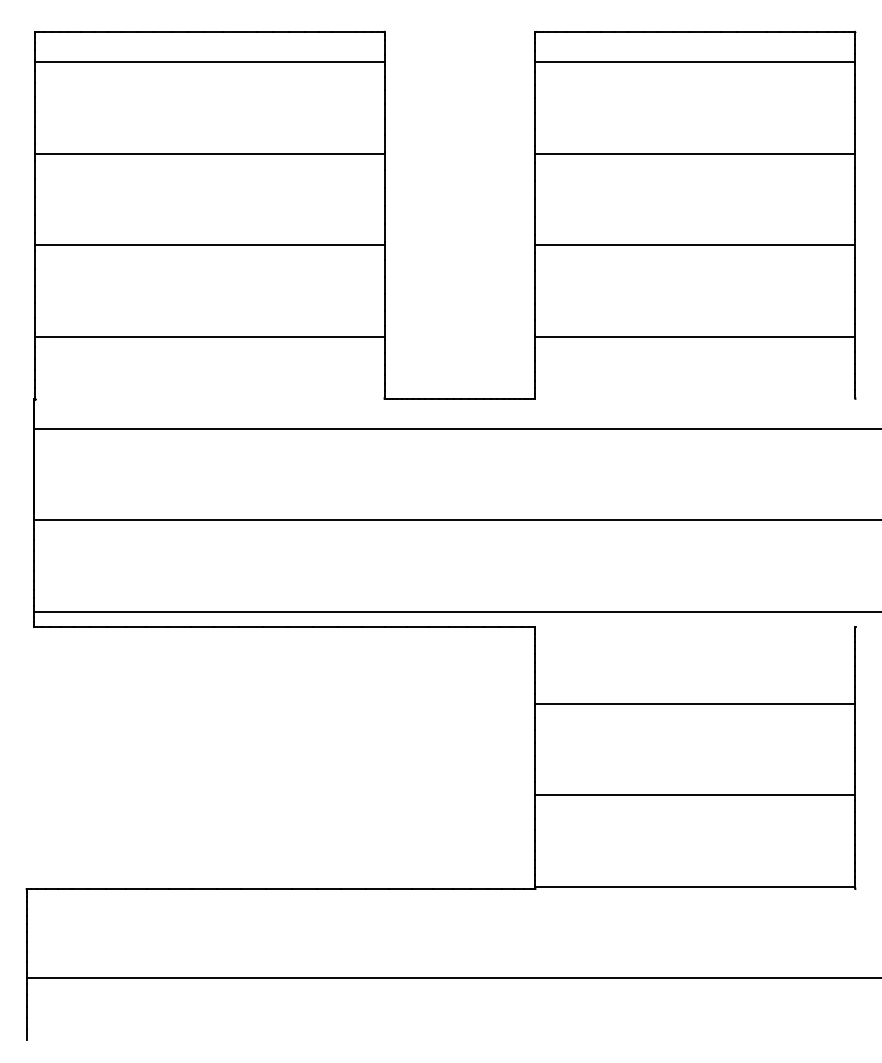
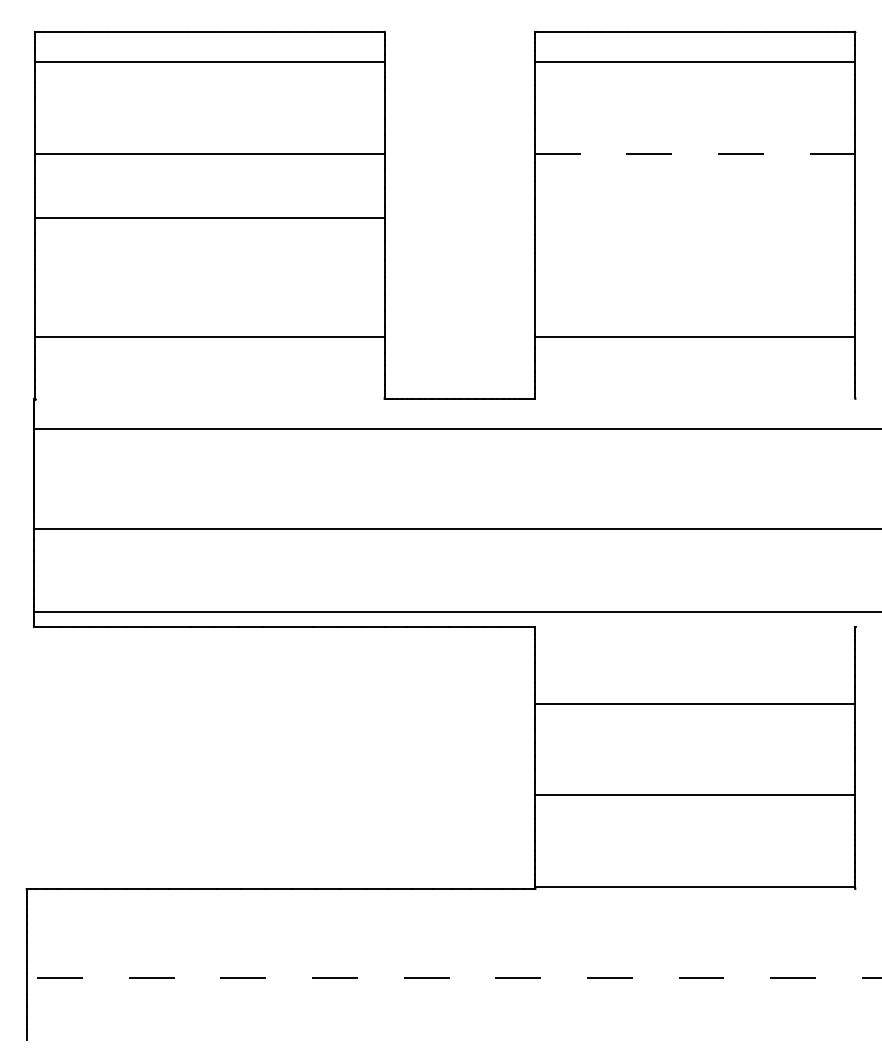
line at (695, 153): solid -> dashed
line at (209, 245) position: (209, 245) -> (209, 218)
line at (695, 245): present -> none
line at (456, 520) position: (456, 520) -> (456, 529)
line at (453, 978): solid -> dashed
